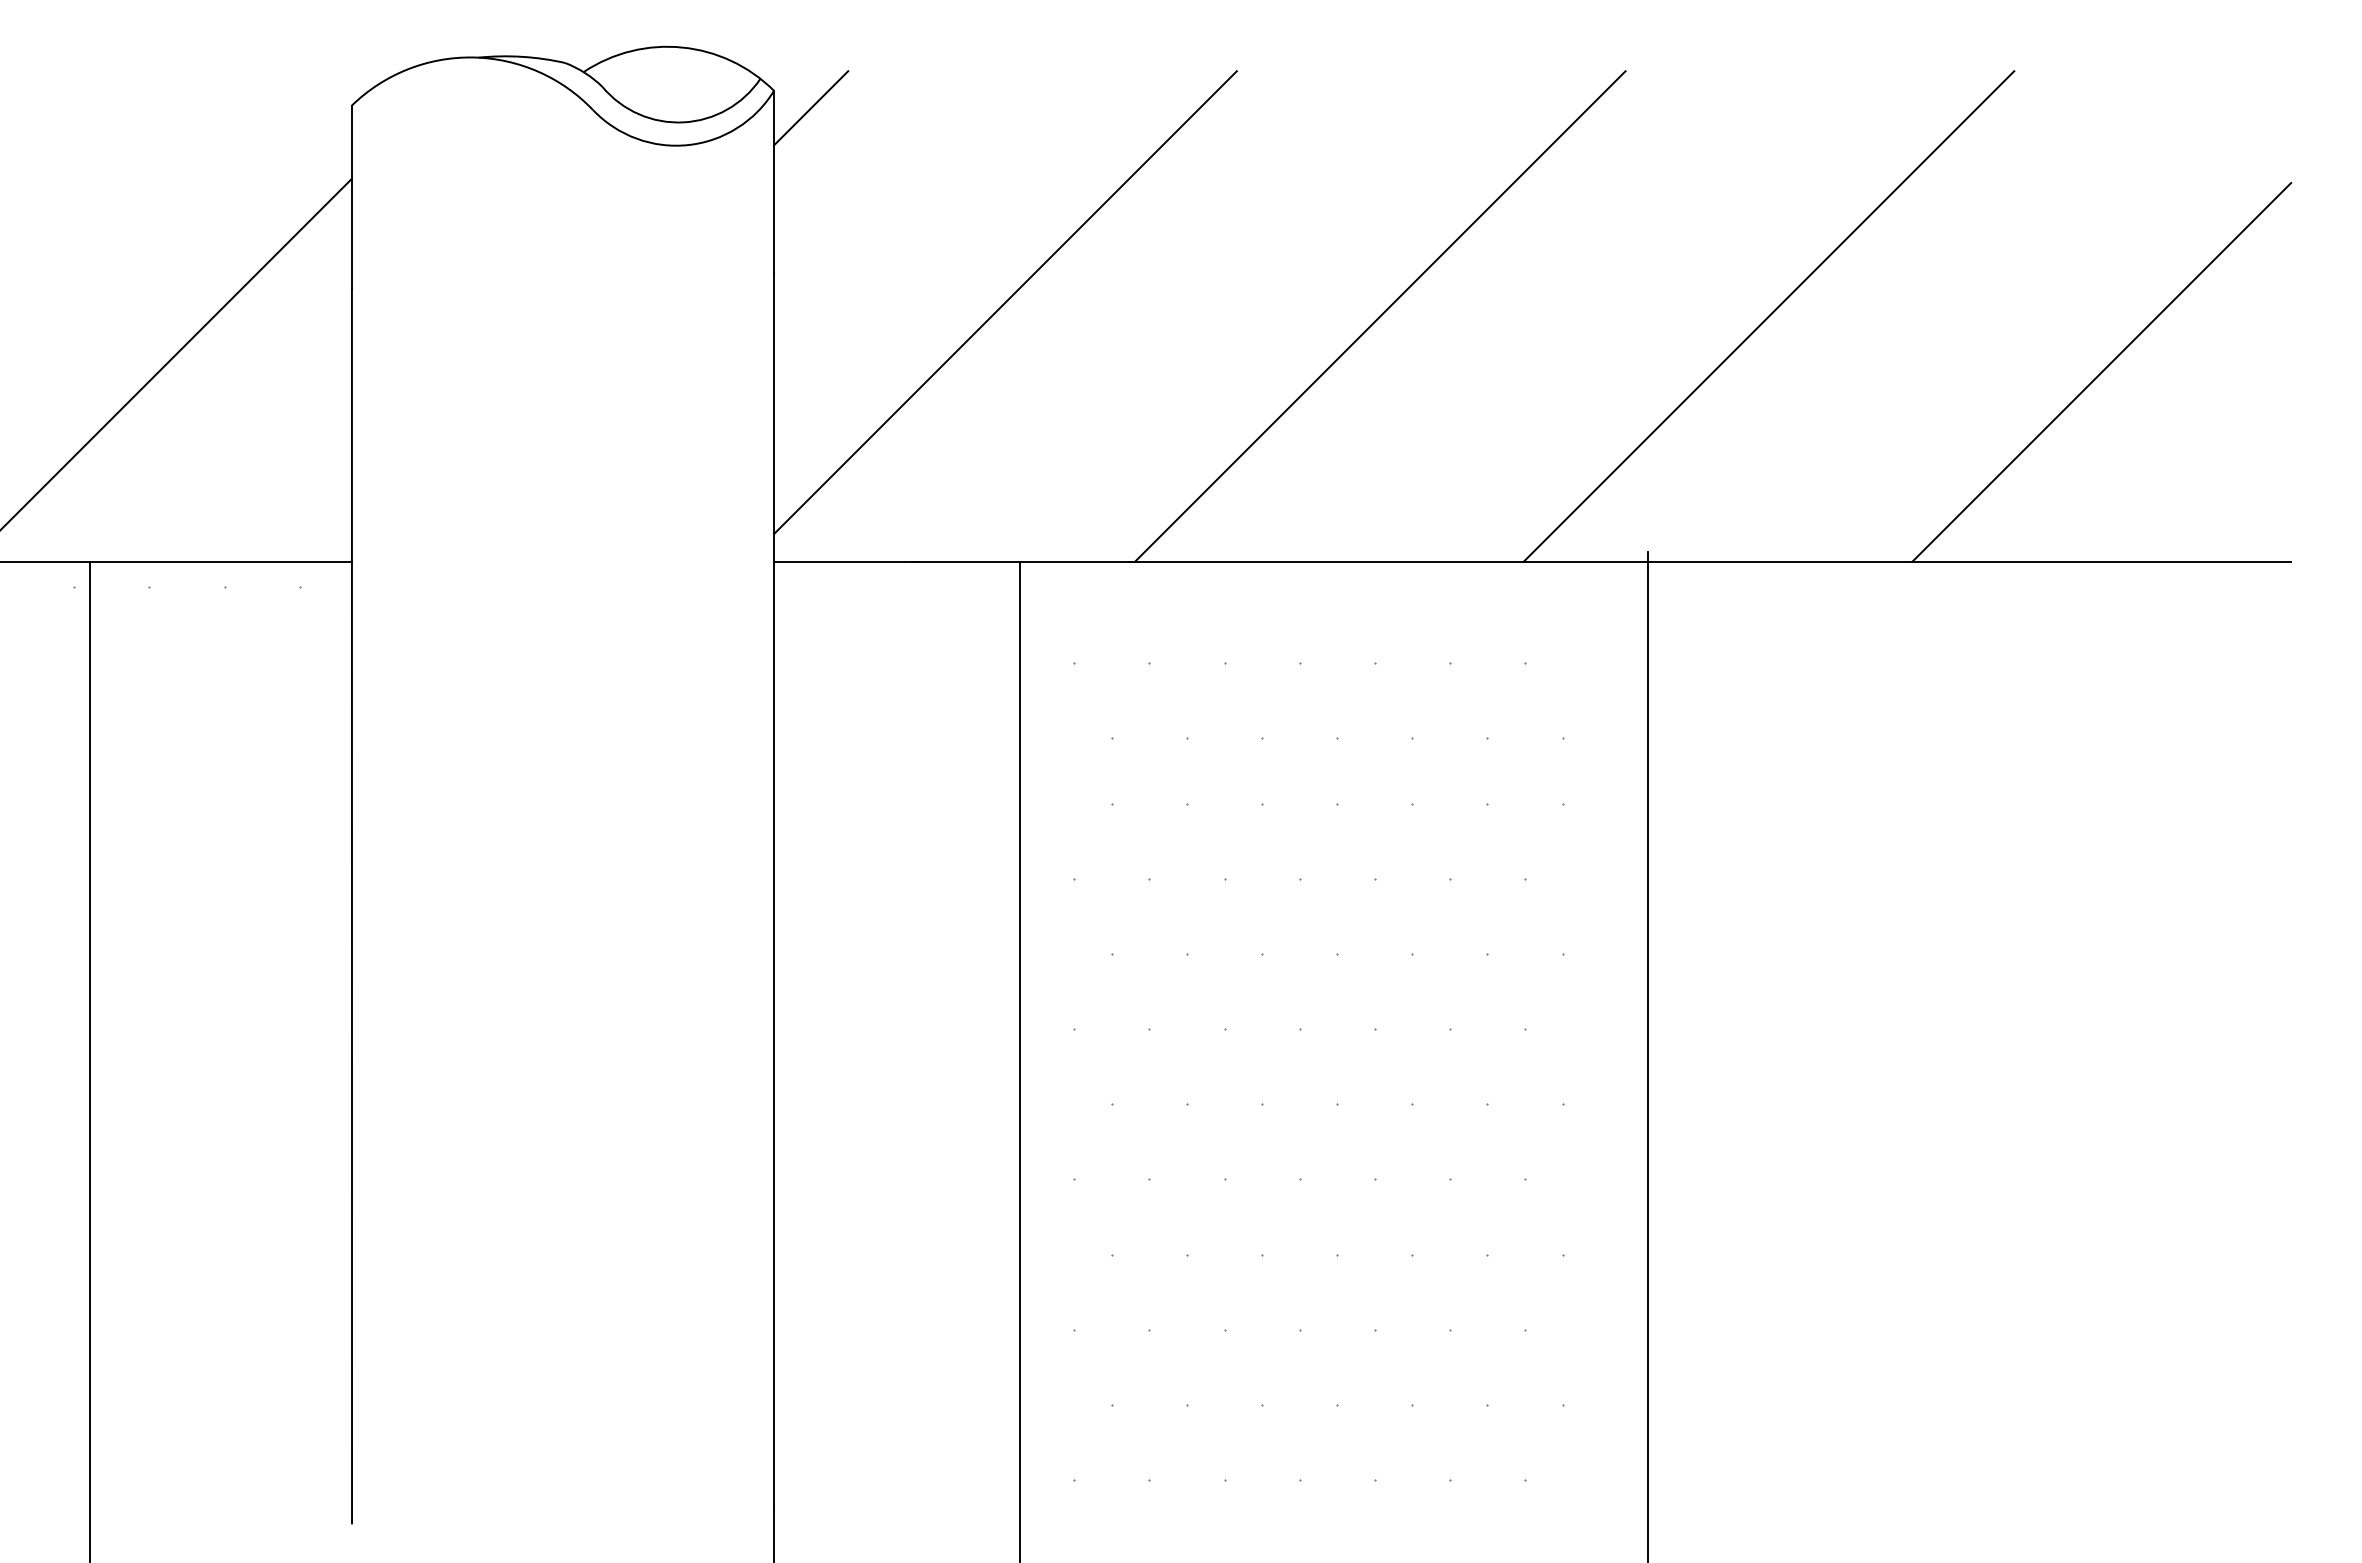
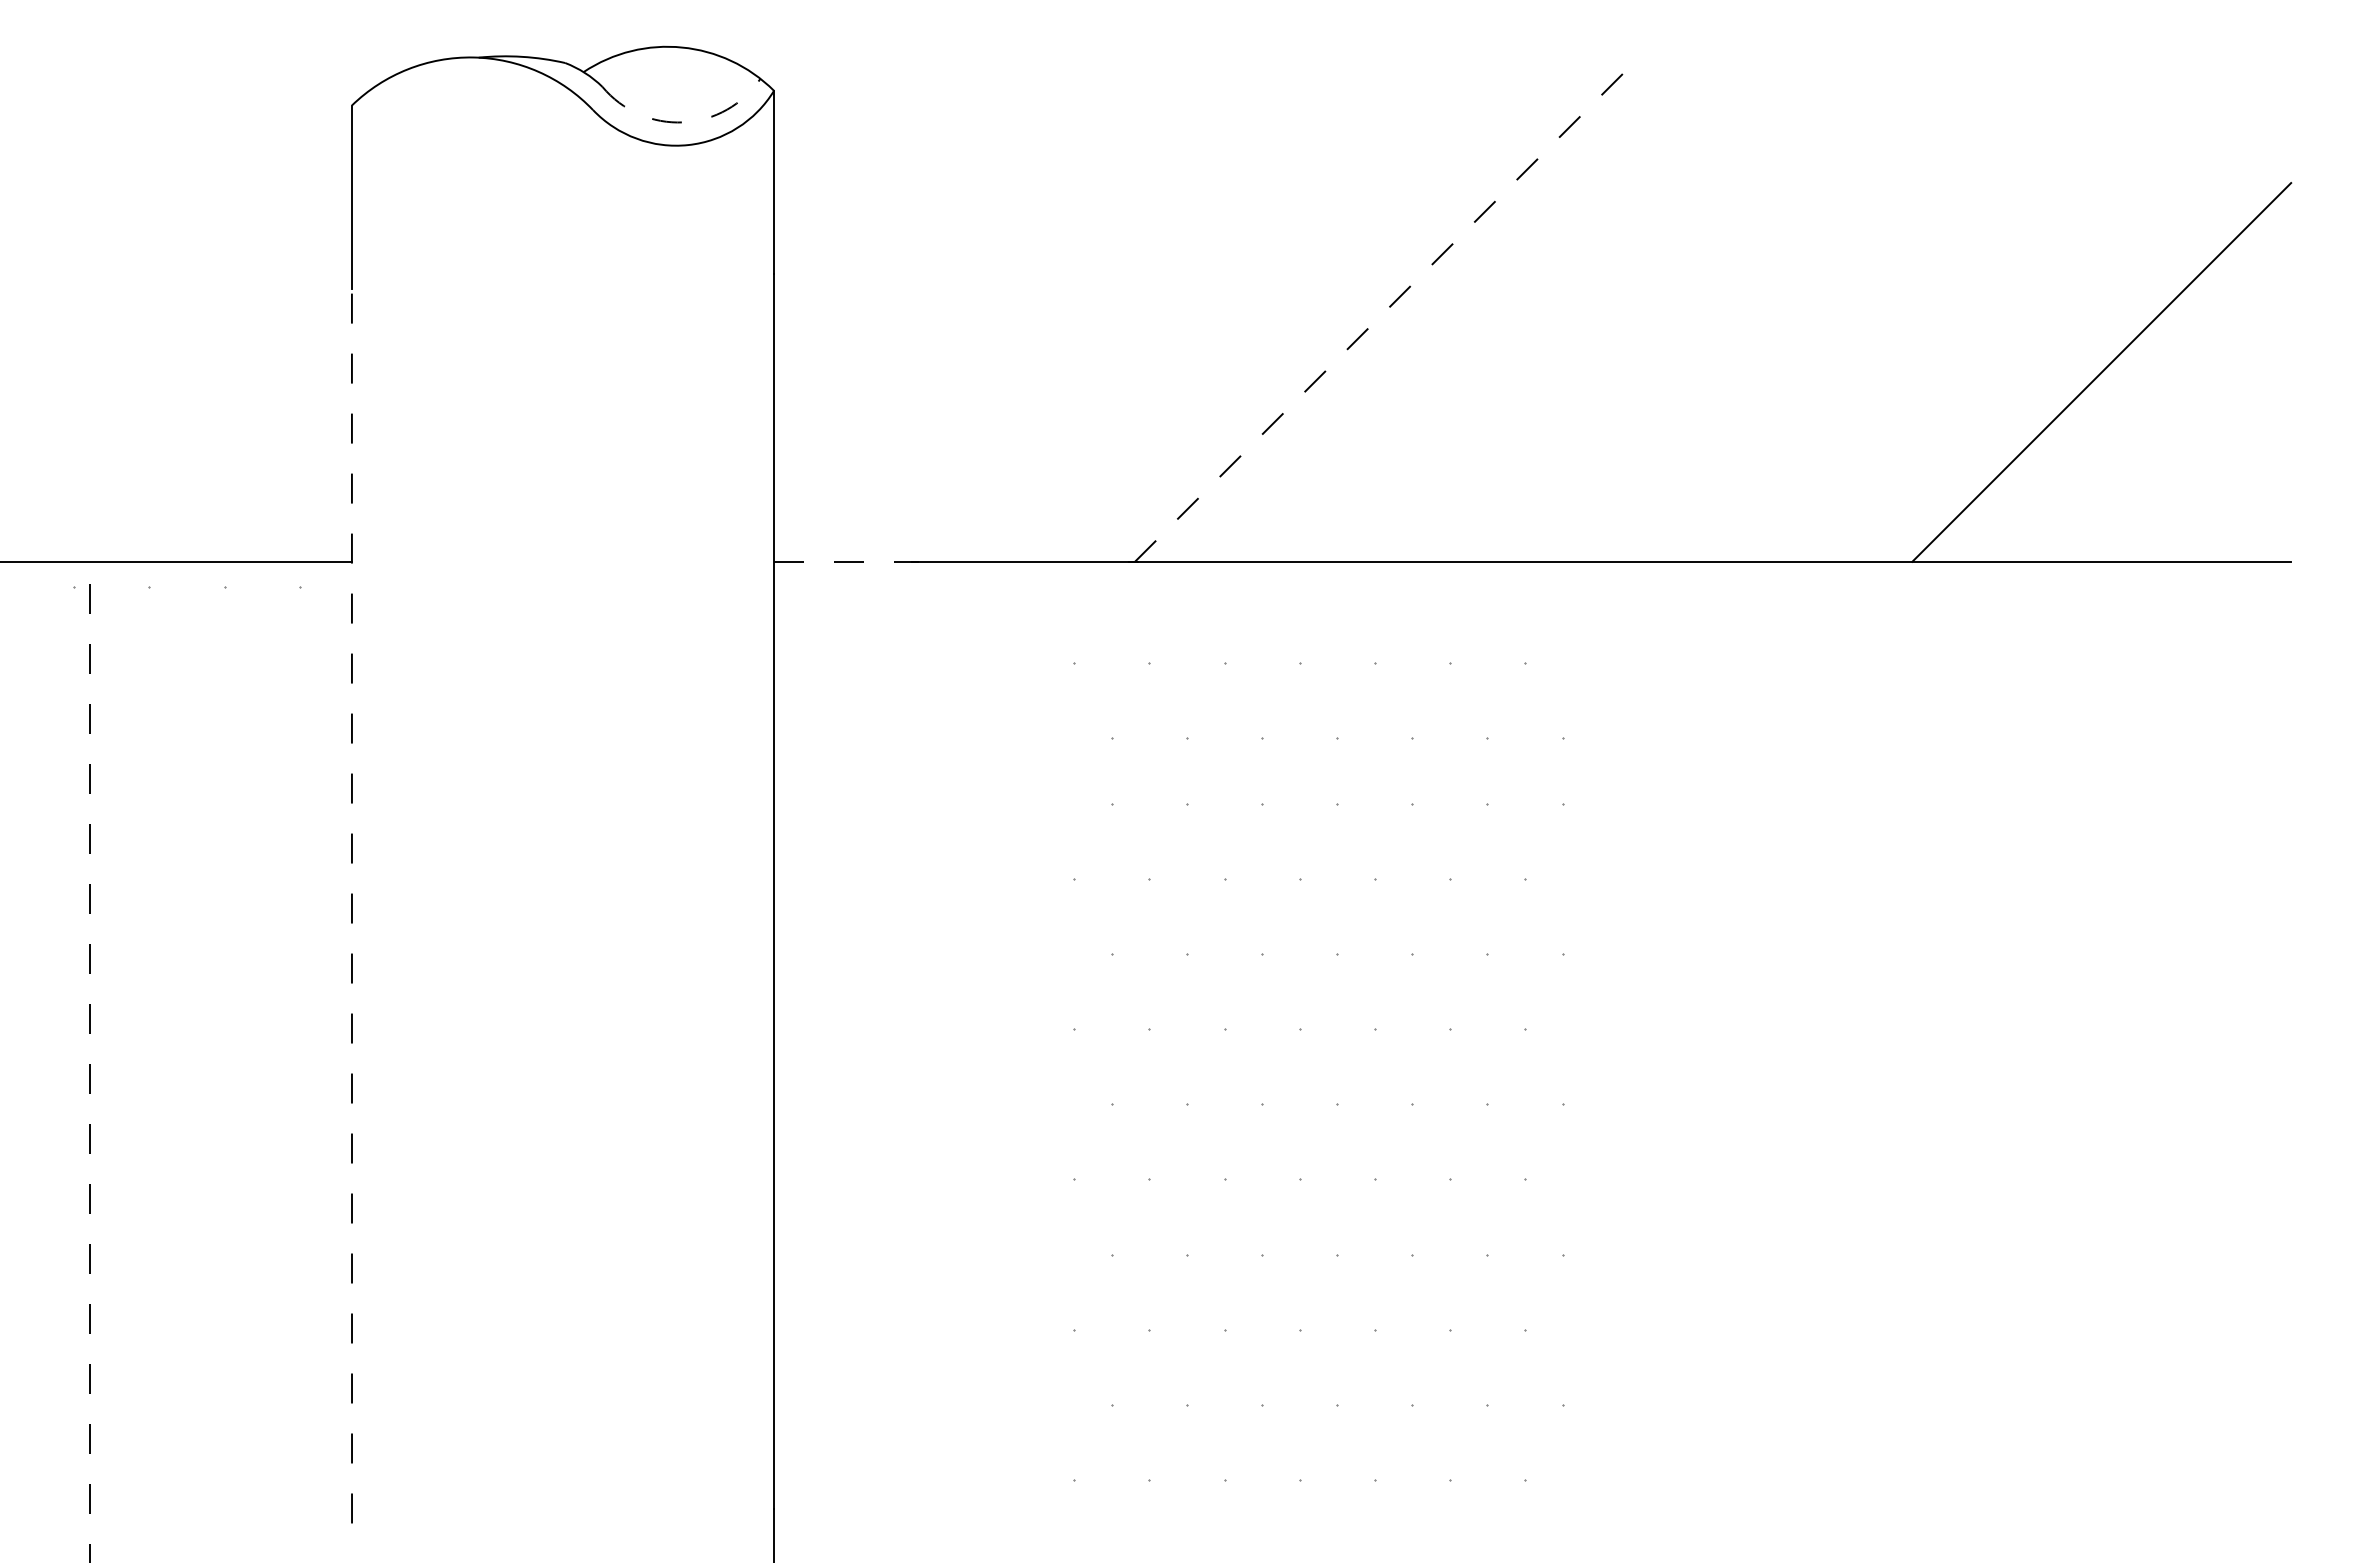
line at (811, 108): present -> none
arc at (683, 122): solid -> dashed
line at (1005, 302): present -> none
line at (1380, 316): solid -> dashed
line at (1768, 316): present -> none
line at (176, 353): present -> none
line at (846, 561): solid -> dashed
line at (351, 905): solid -> dashed
line at (1648, 1055): present -> none
line at (1020, 1060): present -> none
line at (89, 1061): solid -> dashed
